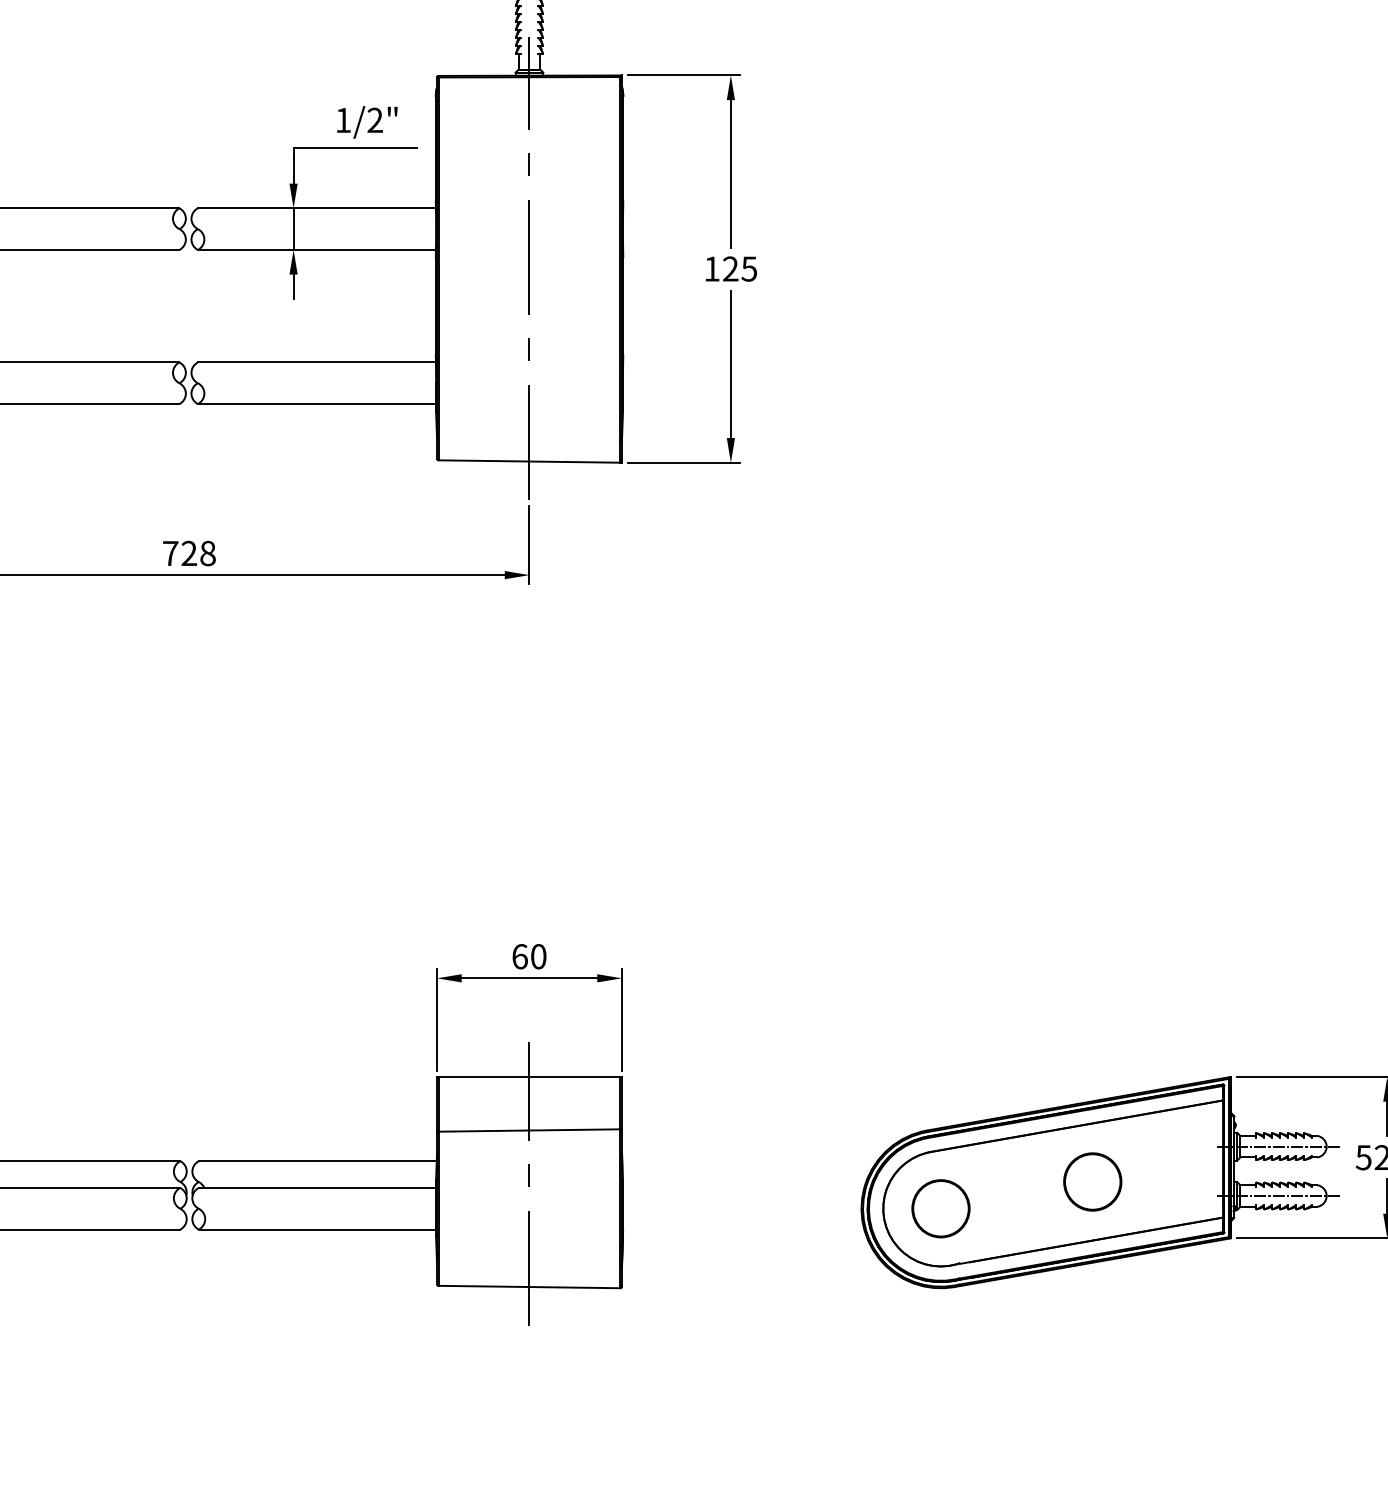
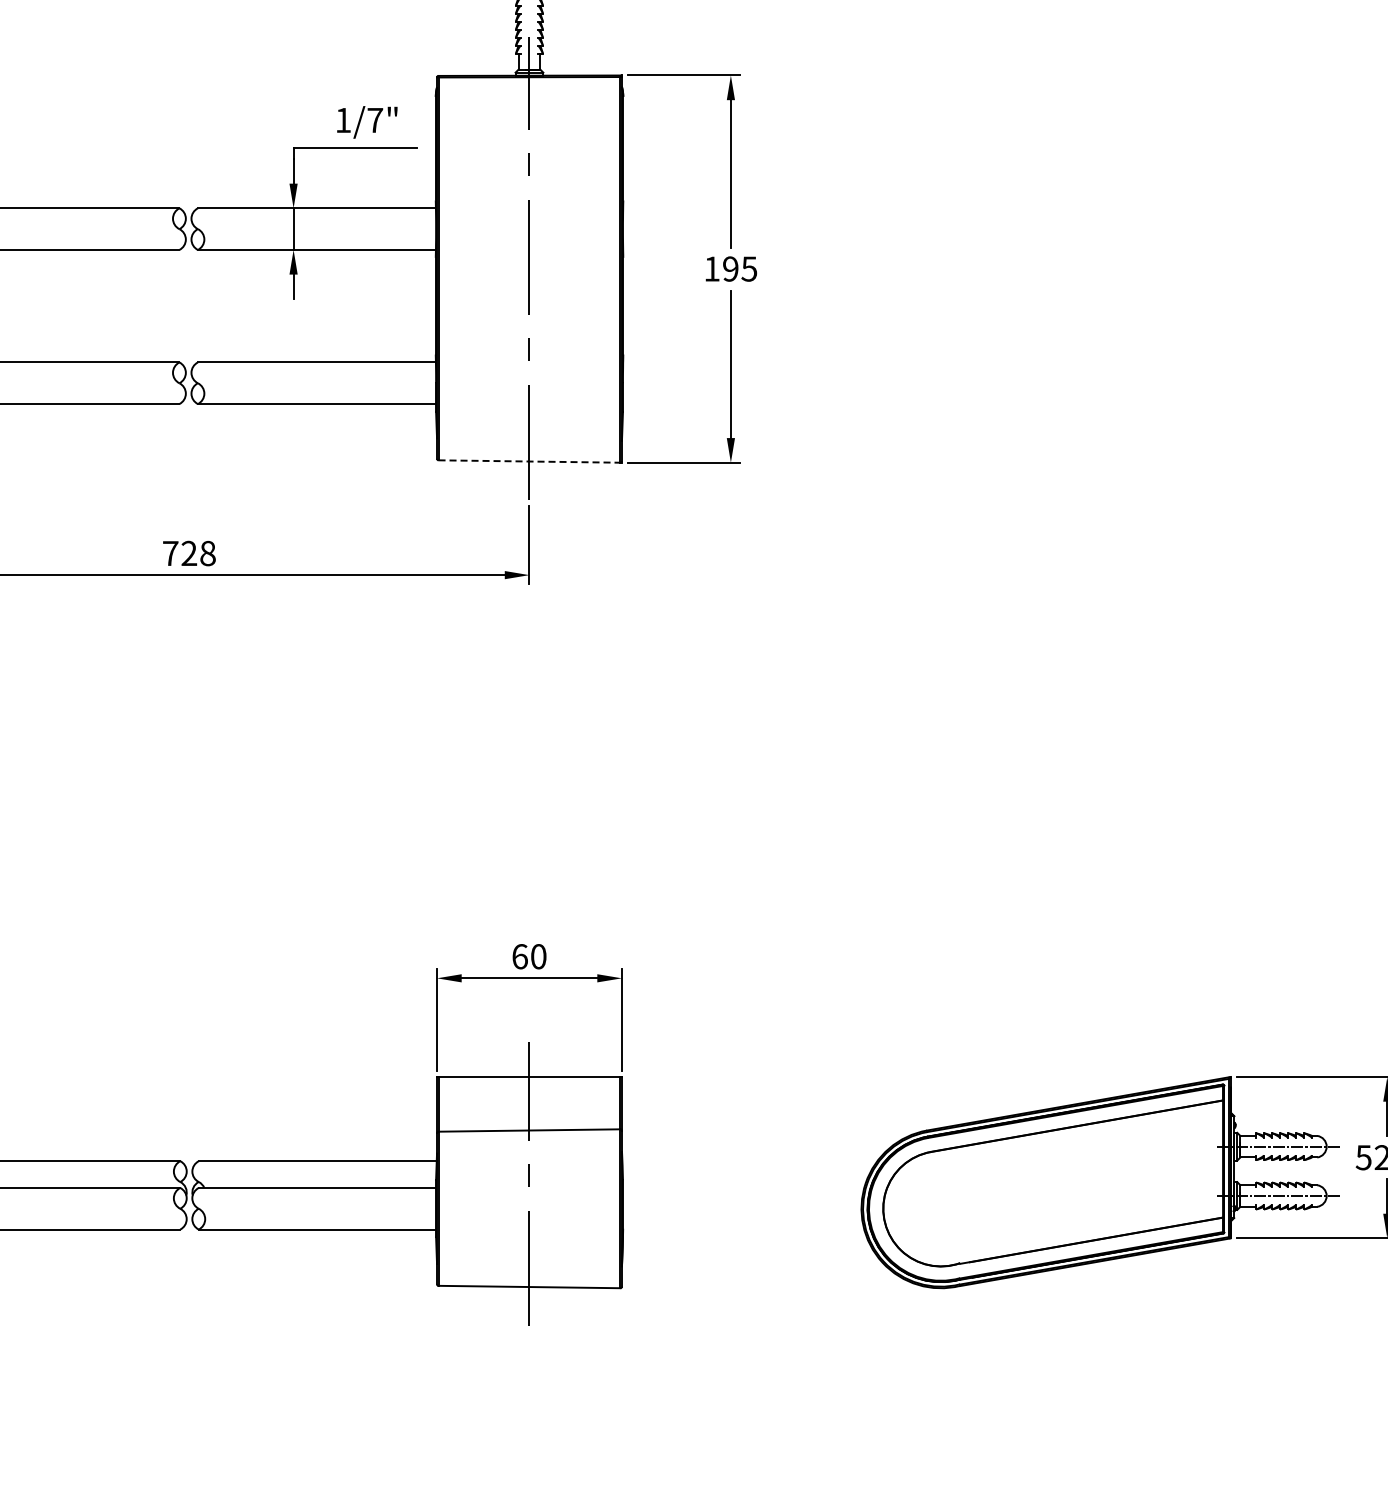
text at (375, 119): 1/2" -> 1/7"
text at (730, 268): 125 -> 195
line at (530, 461): solid -> dashed
part at (1092, 1181): present -> none
circle at (940, 1208): present -> none
